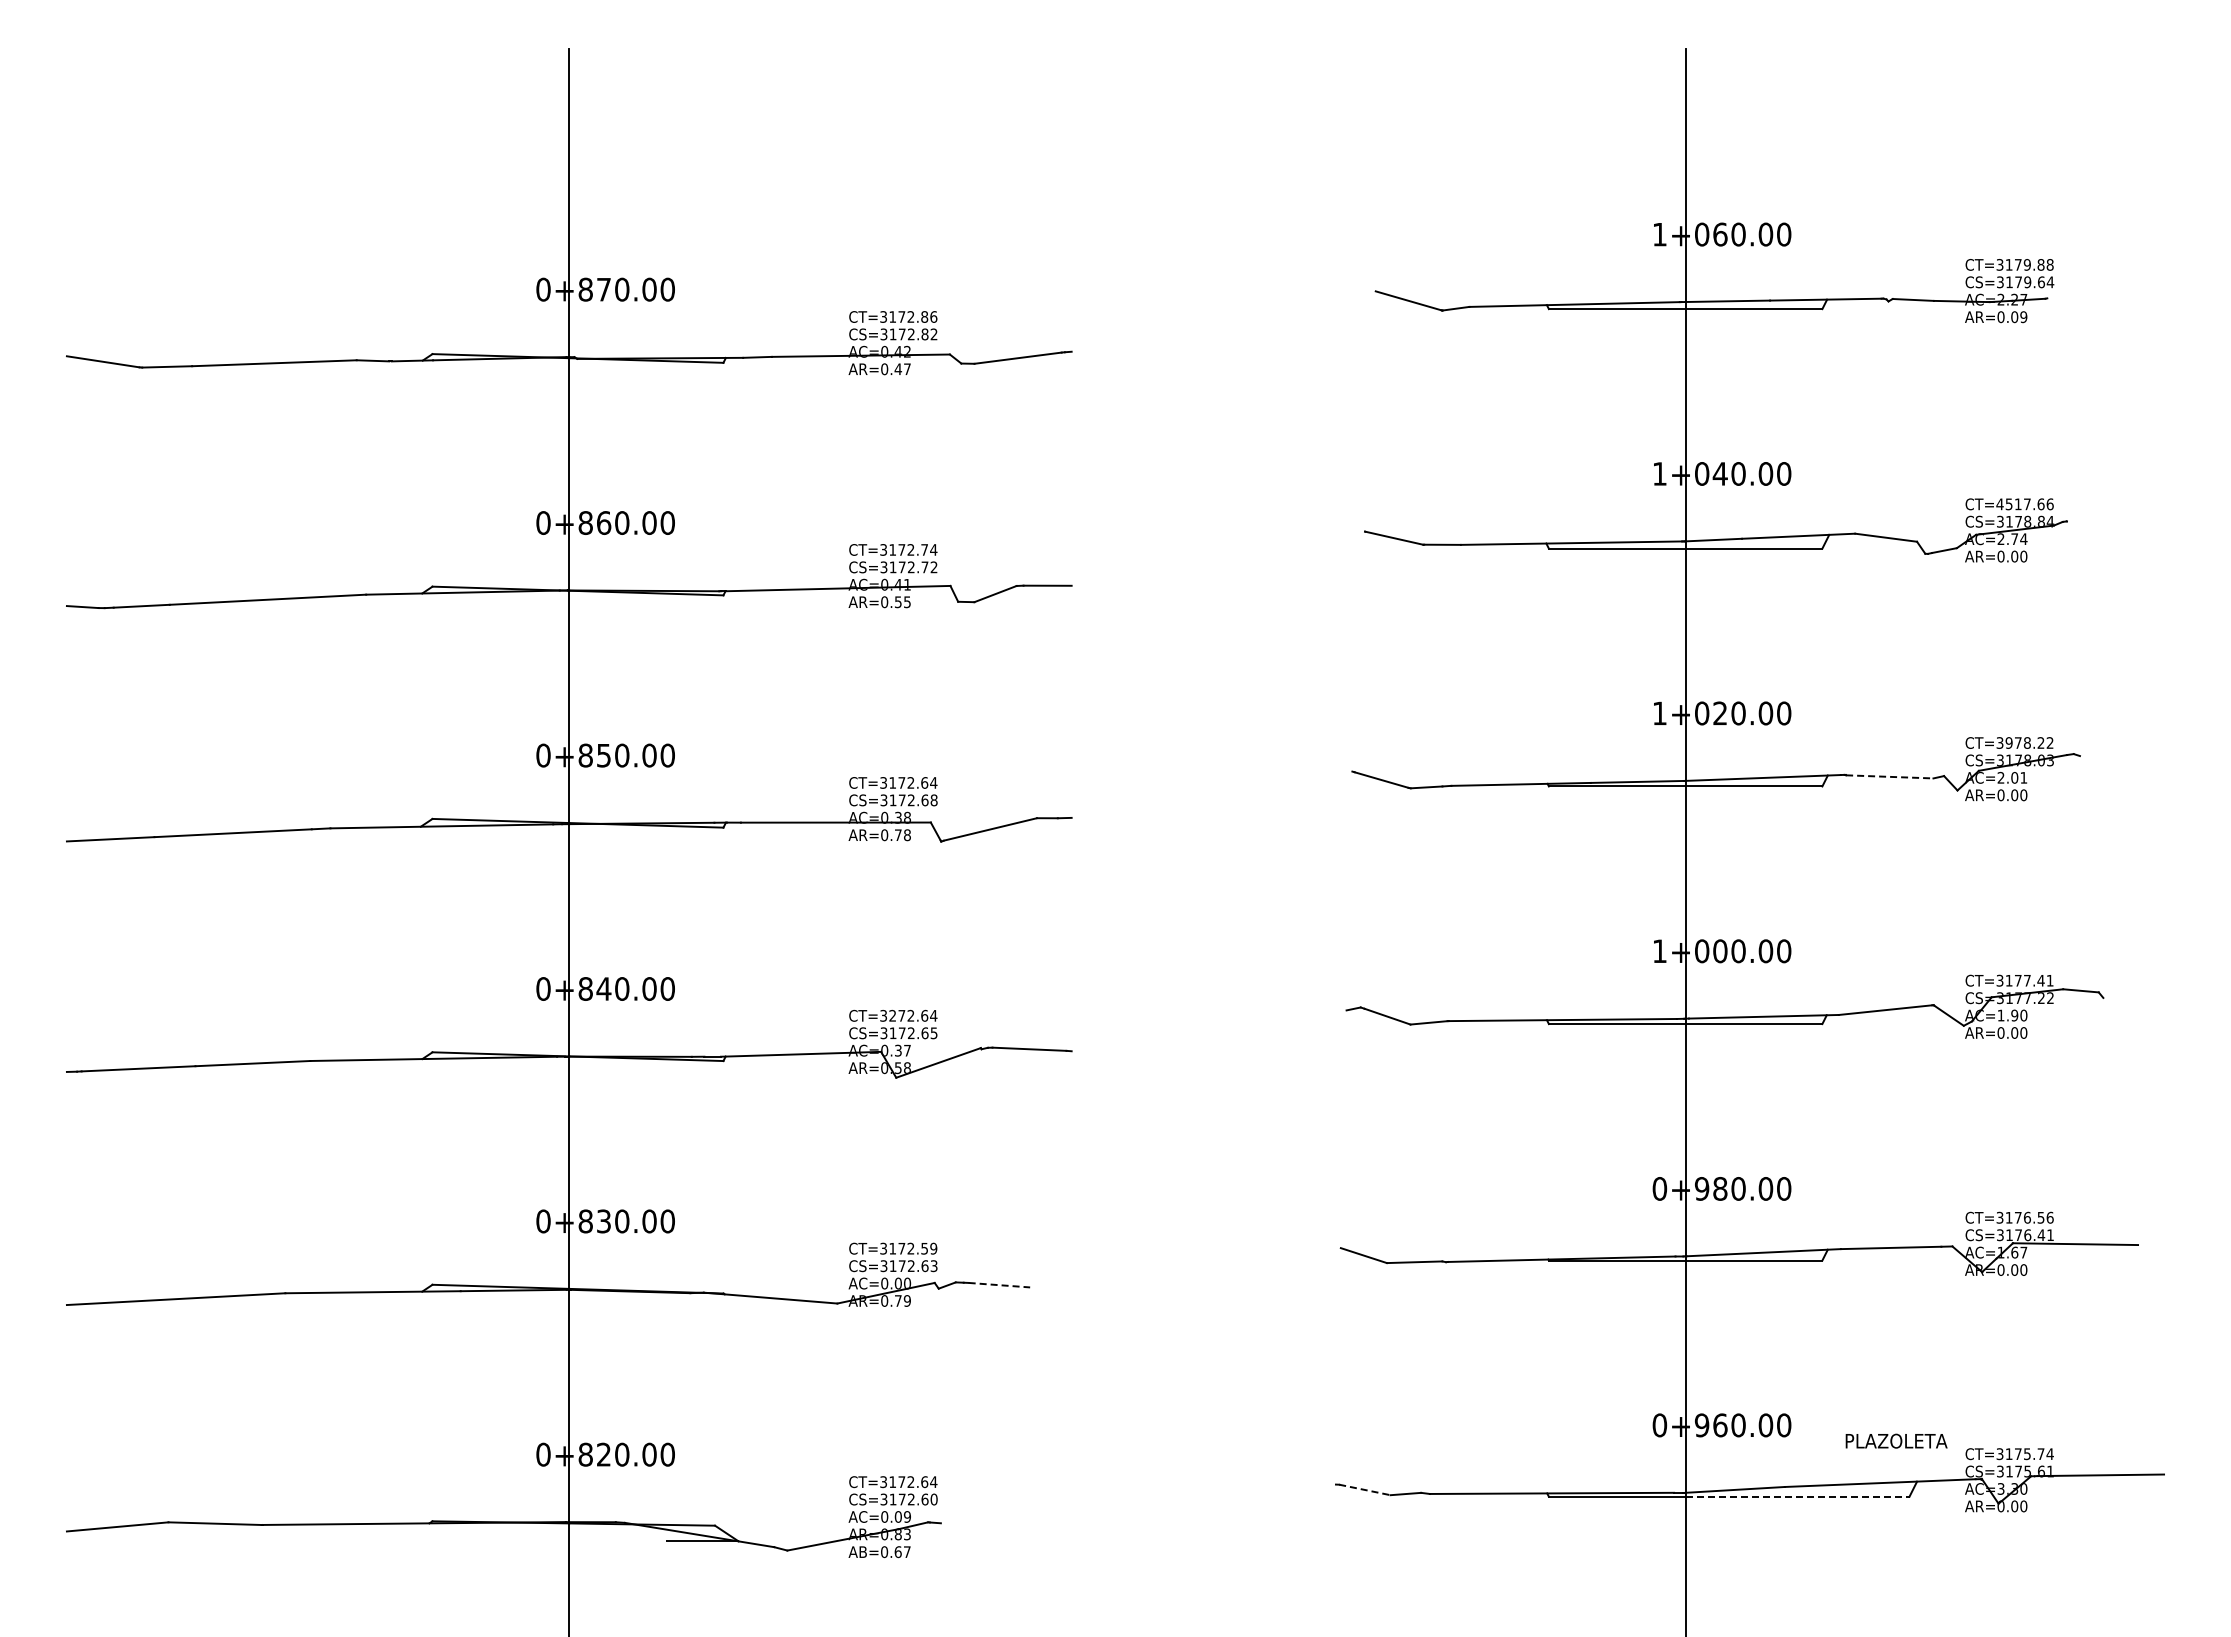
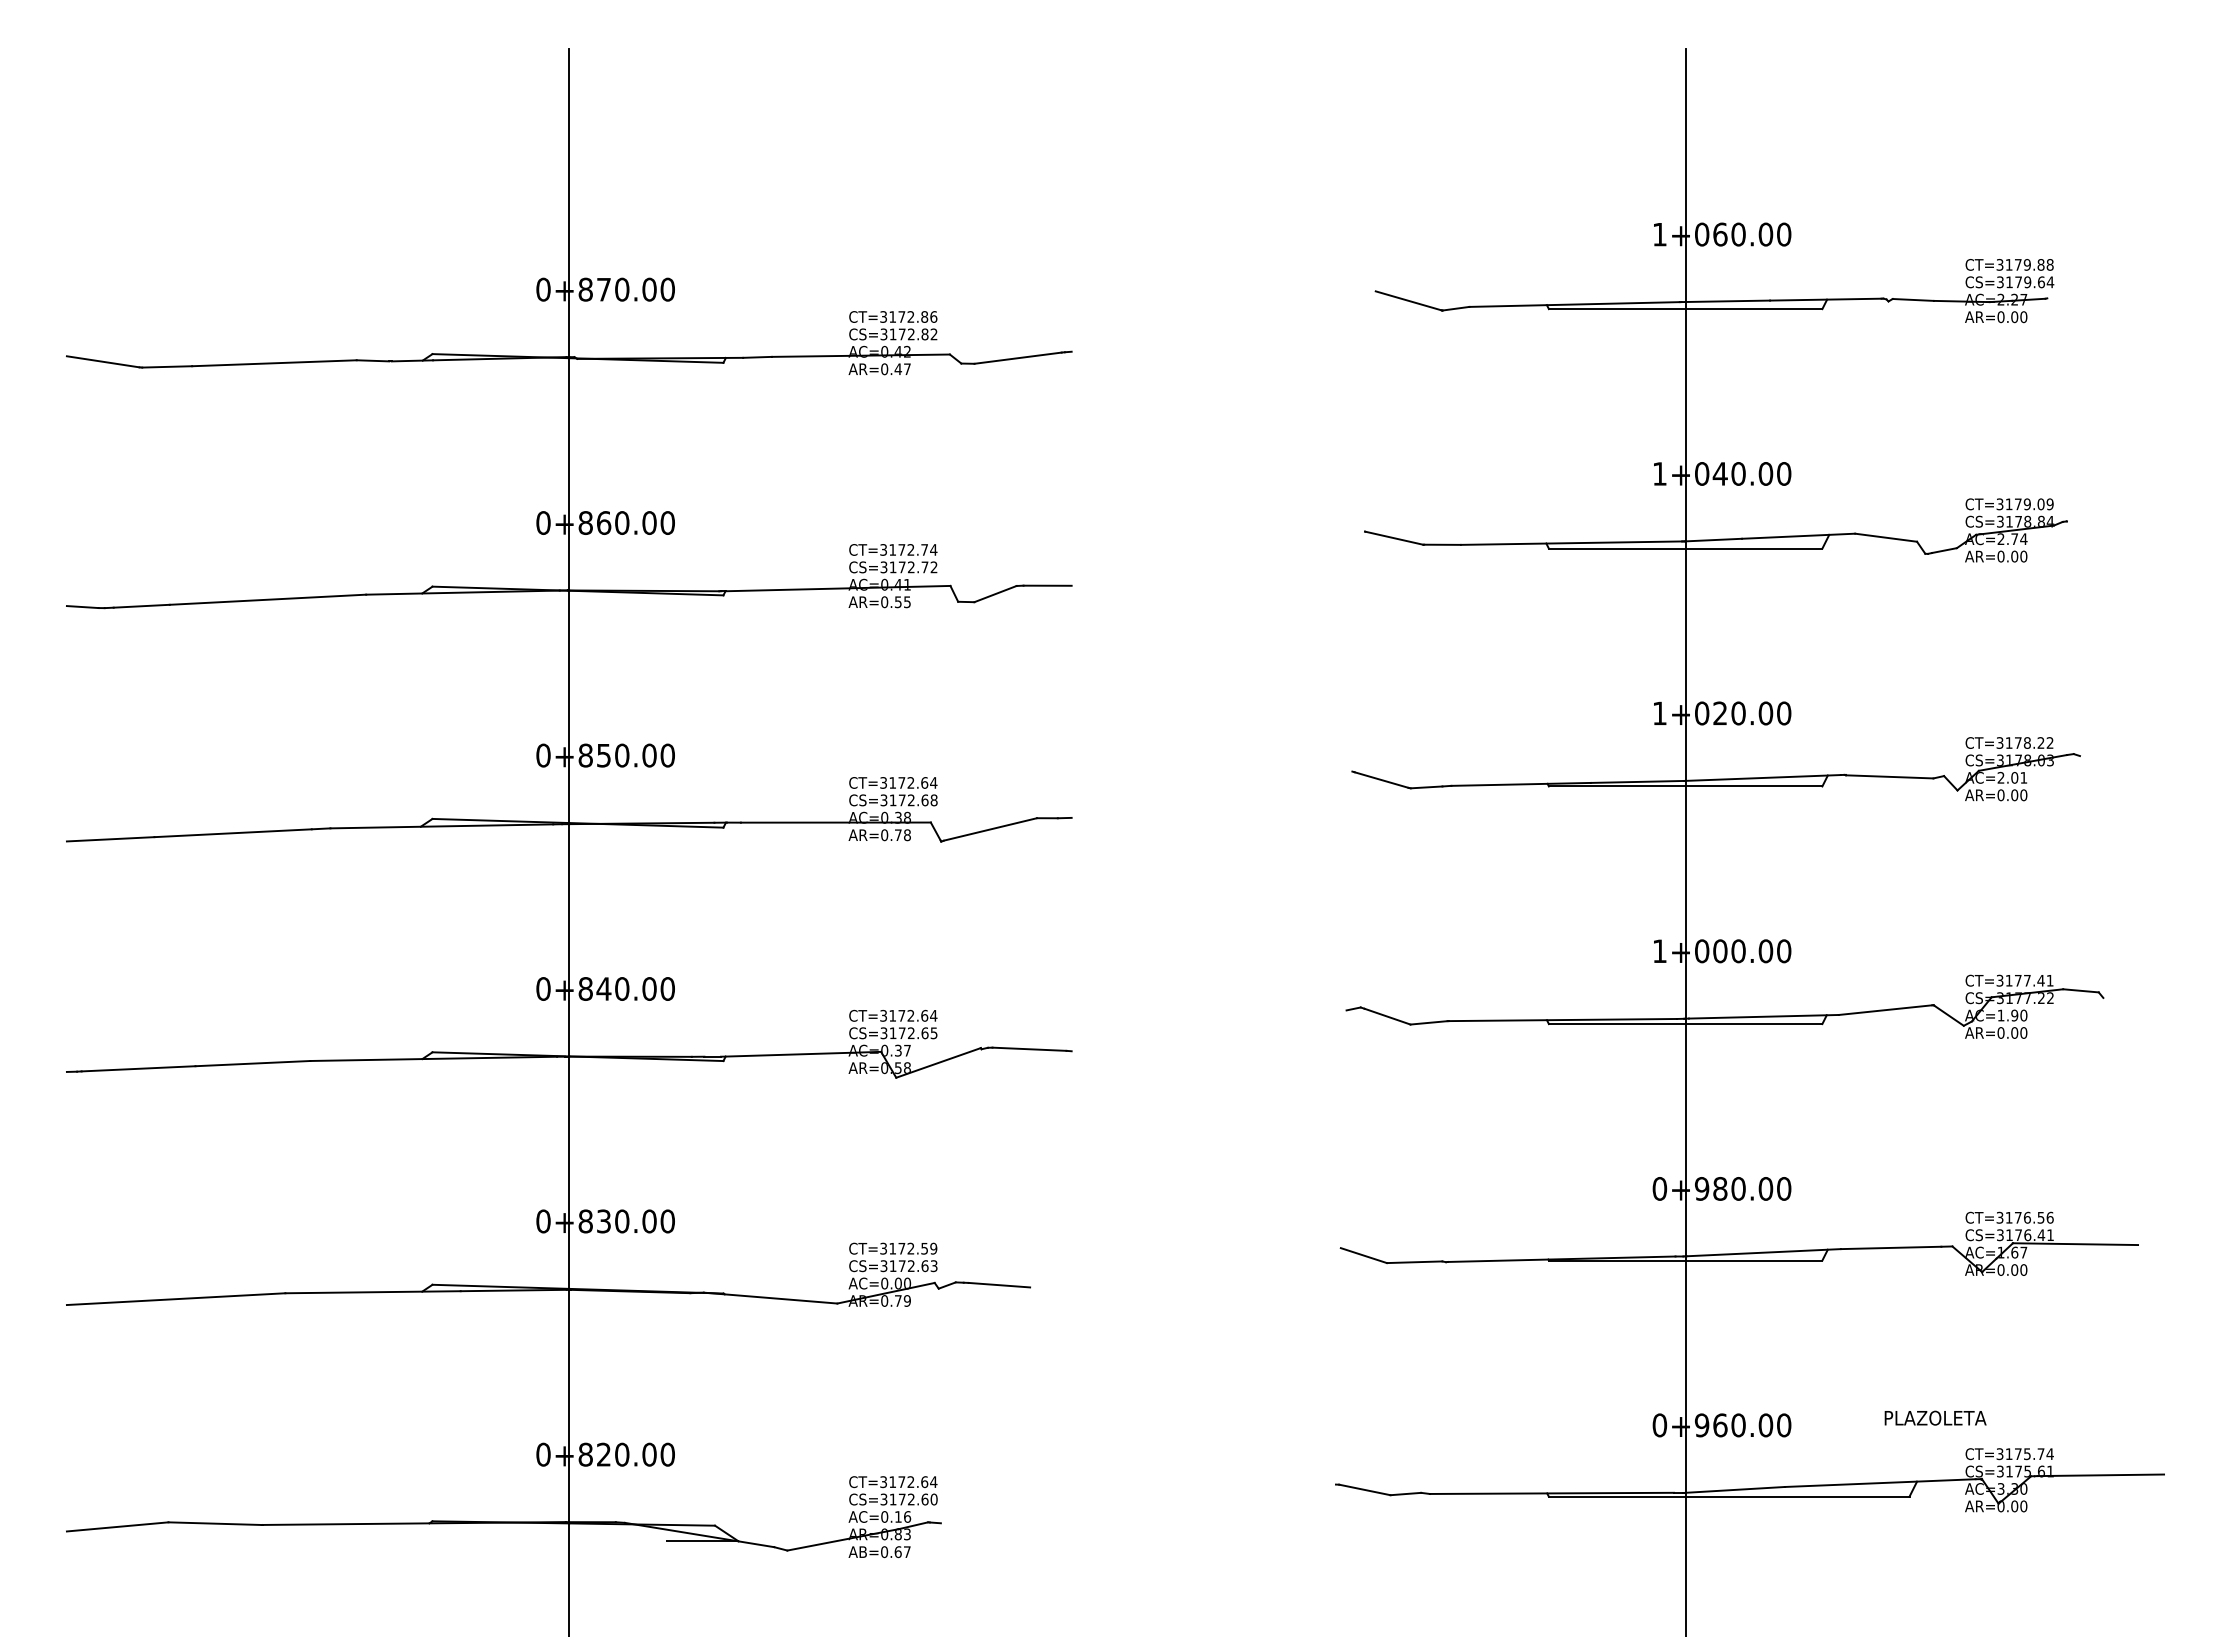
text at (2023, 317): AR=0.09 -> AR=0.00
text at (2024, 504): CT=4517.66 -> CT=3179.09
text at (2008, 742): CT=3978.22 -> CT=3178.22
line at (1889, 776): dashed -> solid
text at (892, 1015): CT=3272.64 -> CT=3172.64
line at (999, 1285): dashed -> solid
text at (1896, 1440) position: (1896, 1440) -> (1935, 1417)
line at (1365, 1490): dashed -> solid
line at (1797, 1496): dashed -> solid
text at (902, 1516): AC=0.09 -> AC=0.16
